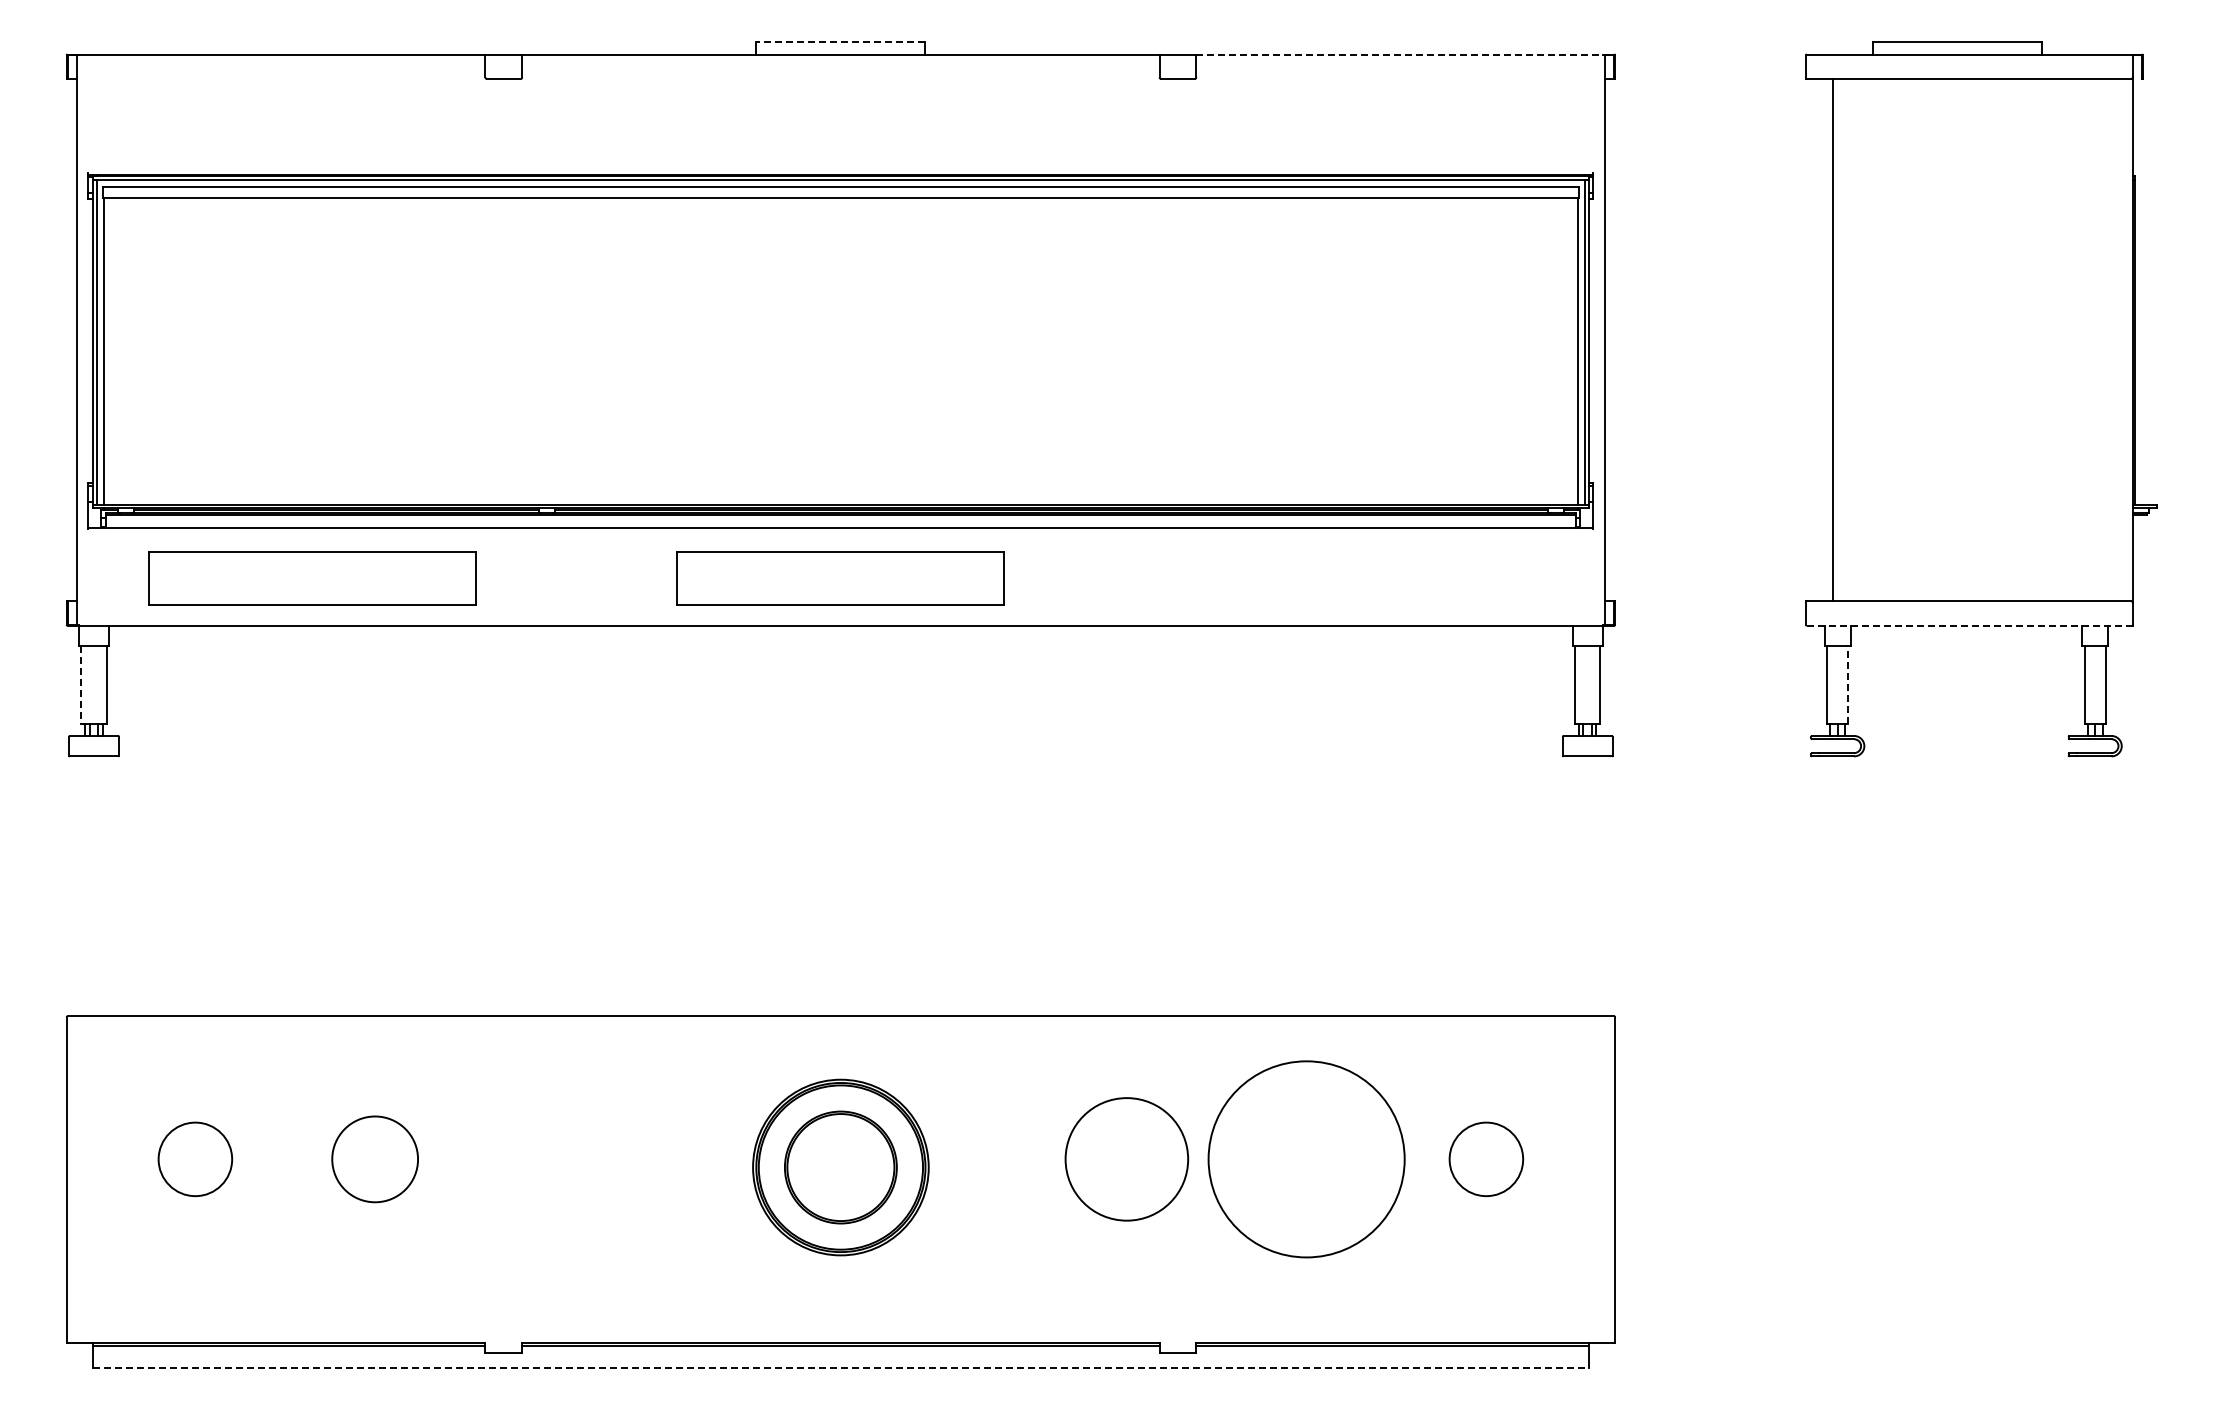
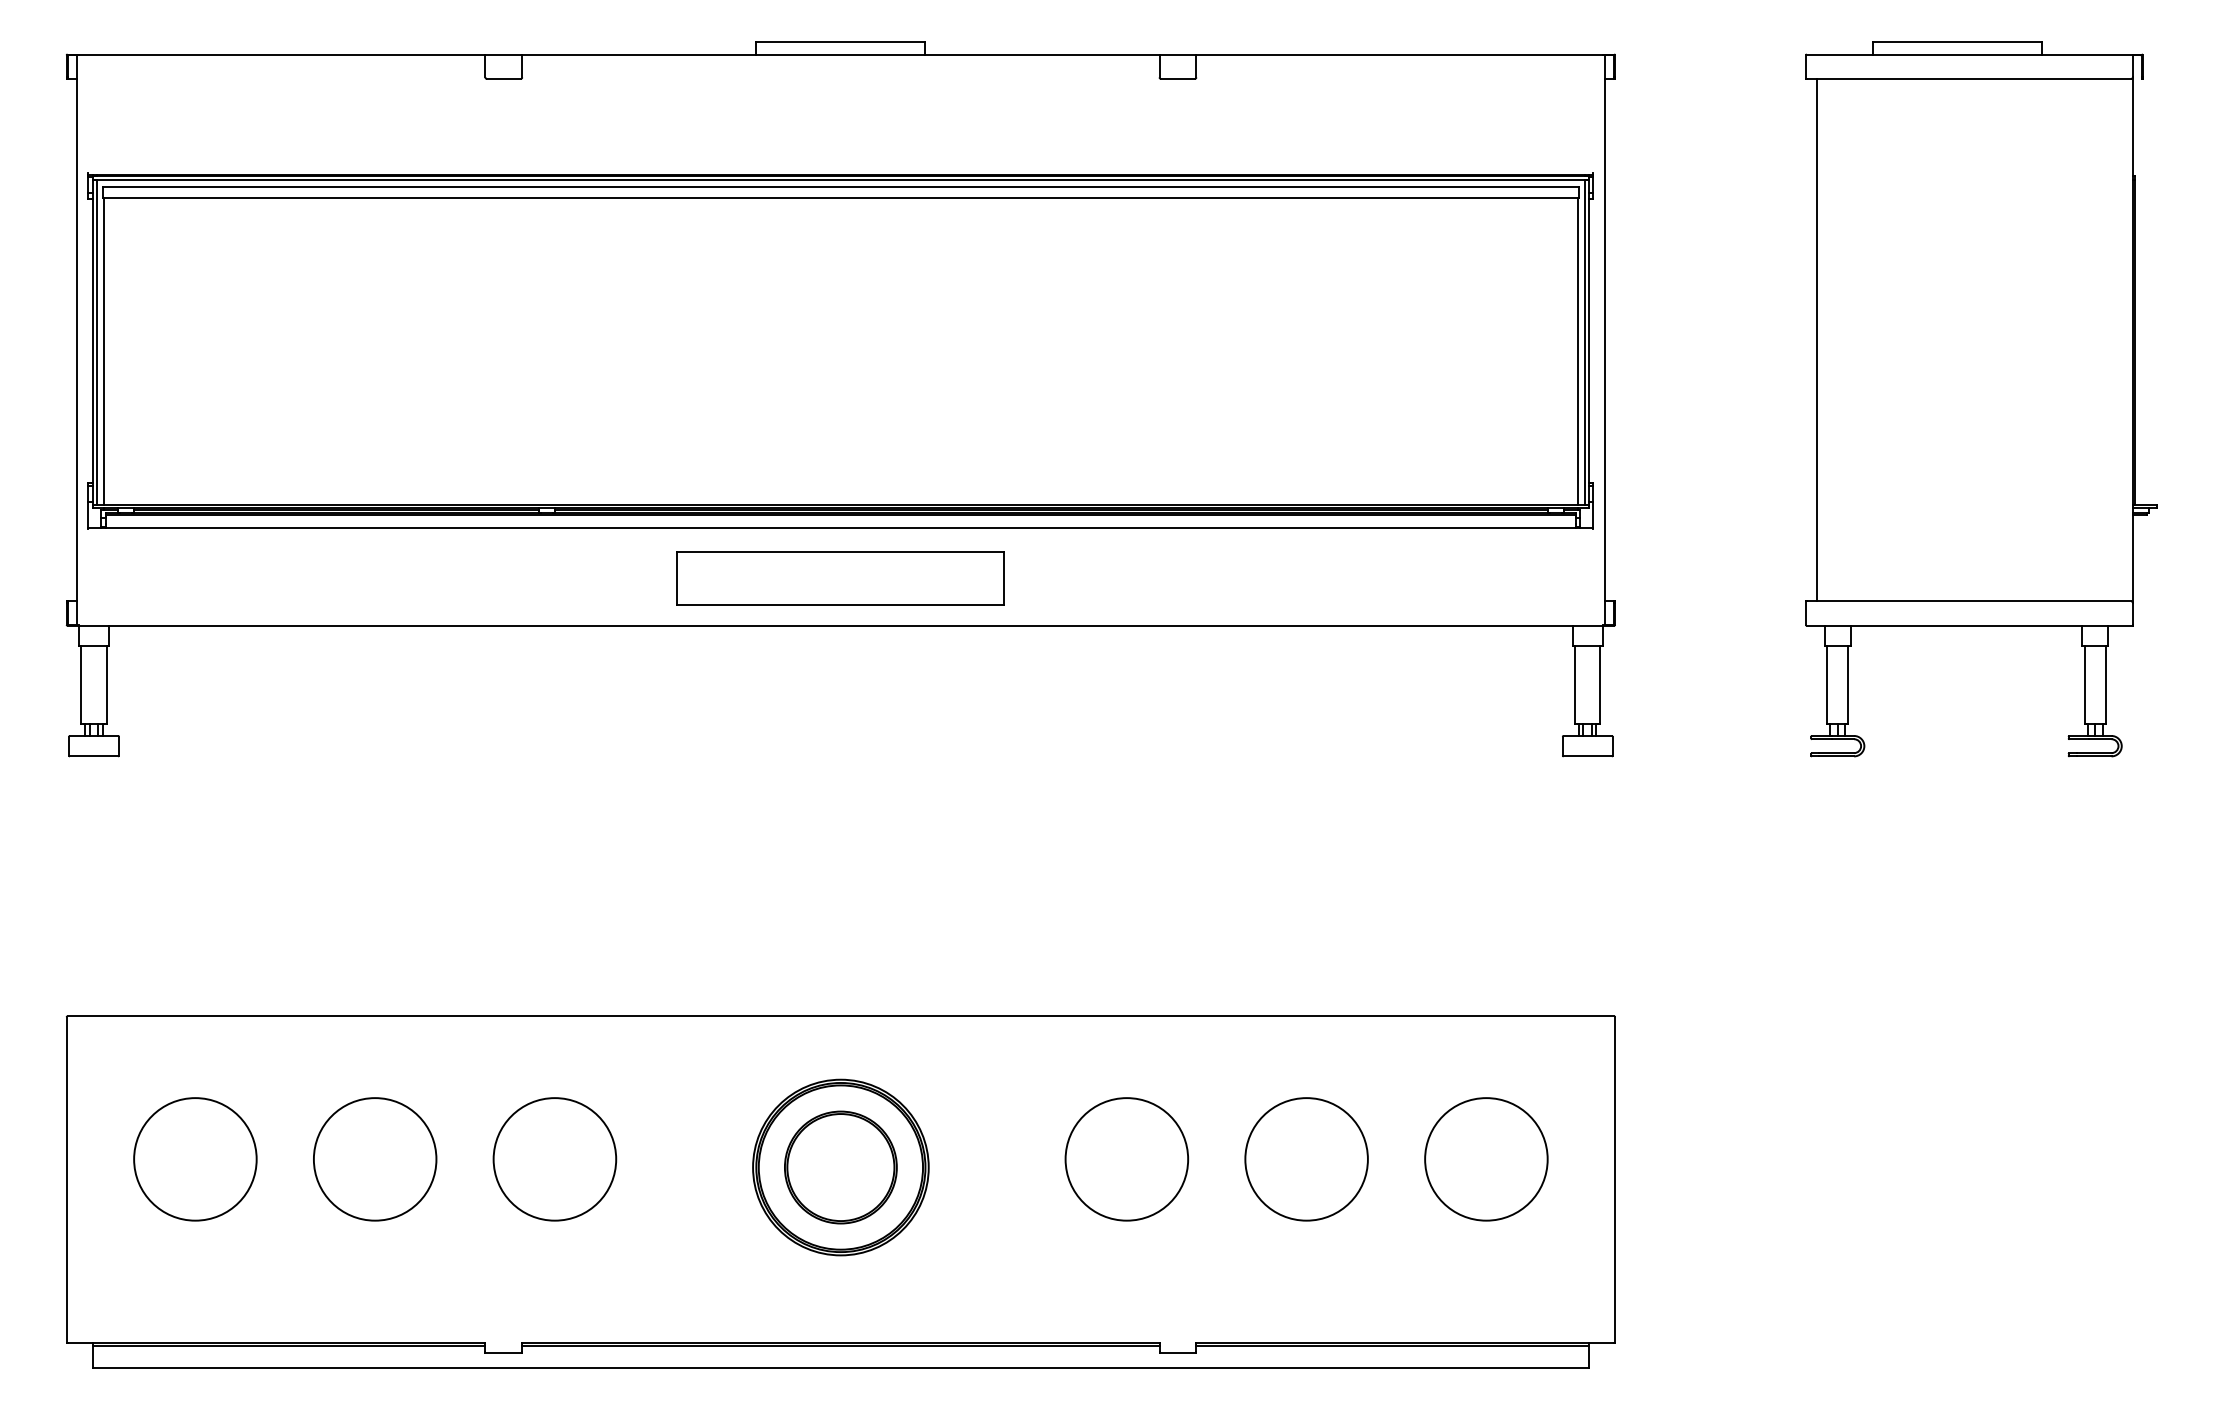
line at (840, 42): dashed -> solid
line at (1405, 54): dashed -> solid
line at (1832, 340) position: (1832, 340) -> (1816, 340)
part at (312, 578): present -> none
line at (1970, 625): dashed -> solid
line at (81, 684): dashed -> solid
line at (1848, 684): dashed -> solid
circle at (195, 1159) diameter: 74 px -> 123 px
circle at (375, 1159) diameter: 86 px -> 123 px
circle at (554, 1159): none -> present
circle at (1306, 1159) diameter: 196 px -> 123 px
circle at (1486, 1159) diameter: 74 px -> 123 px
line at (840, 1367): dashed -> solid
